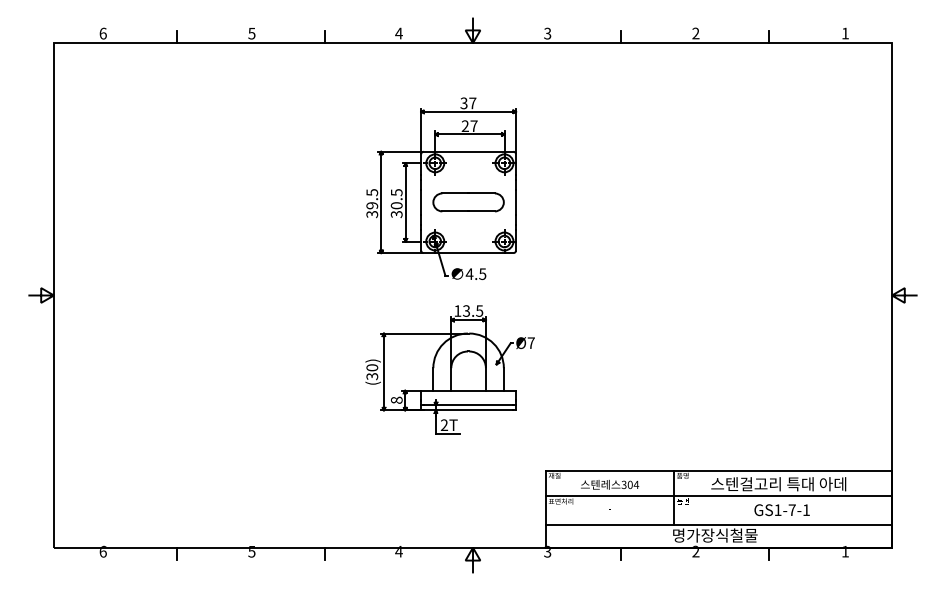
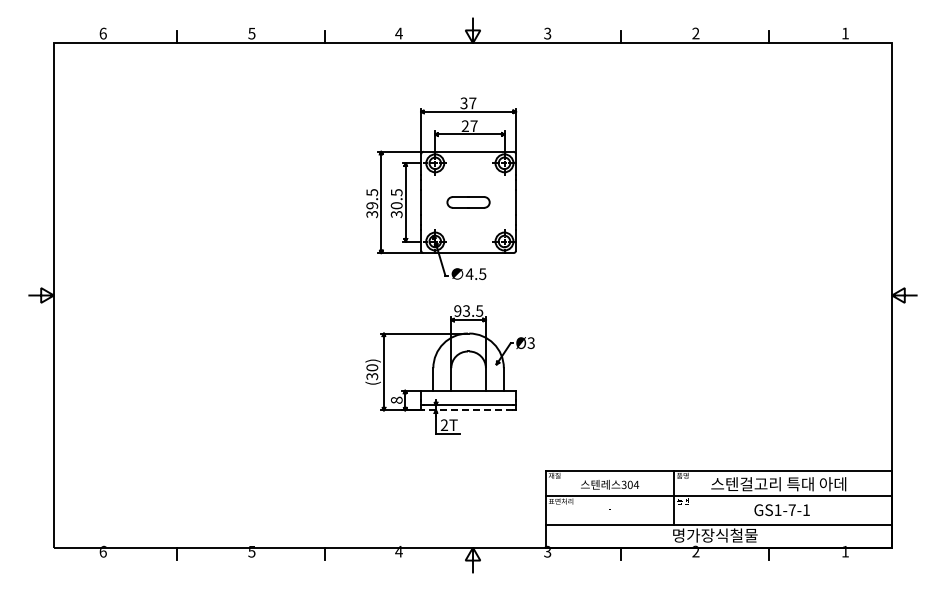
part at (468, 202) size: 73x21 px -> 45x13 px
text at (457, 310): 13.5 -> 93.5
text at (530, 343): Ø7 -> Ø3
line at (468, 410): solid -> dashed
